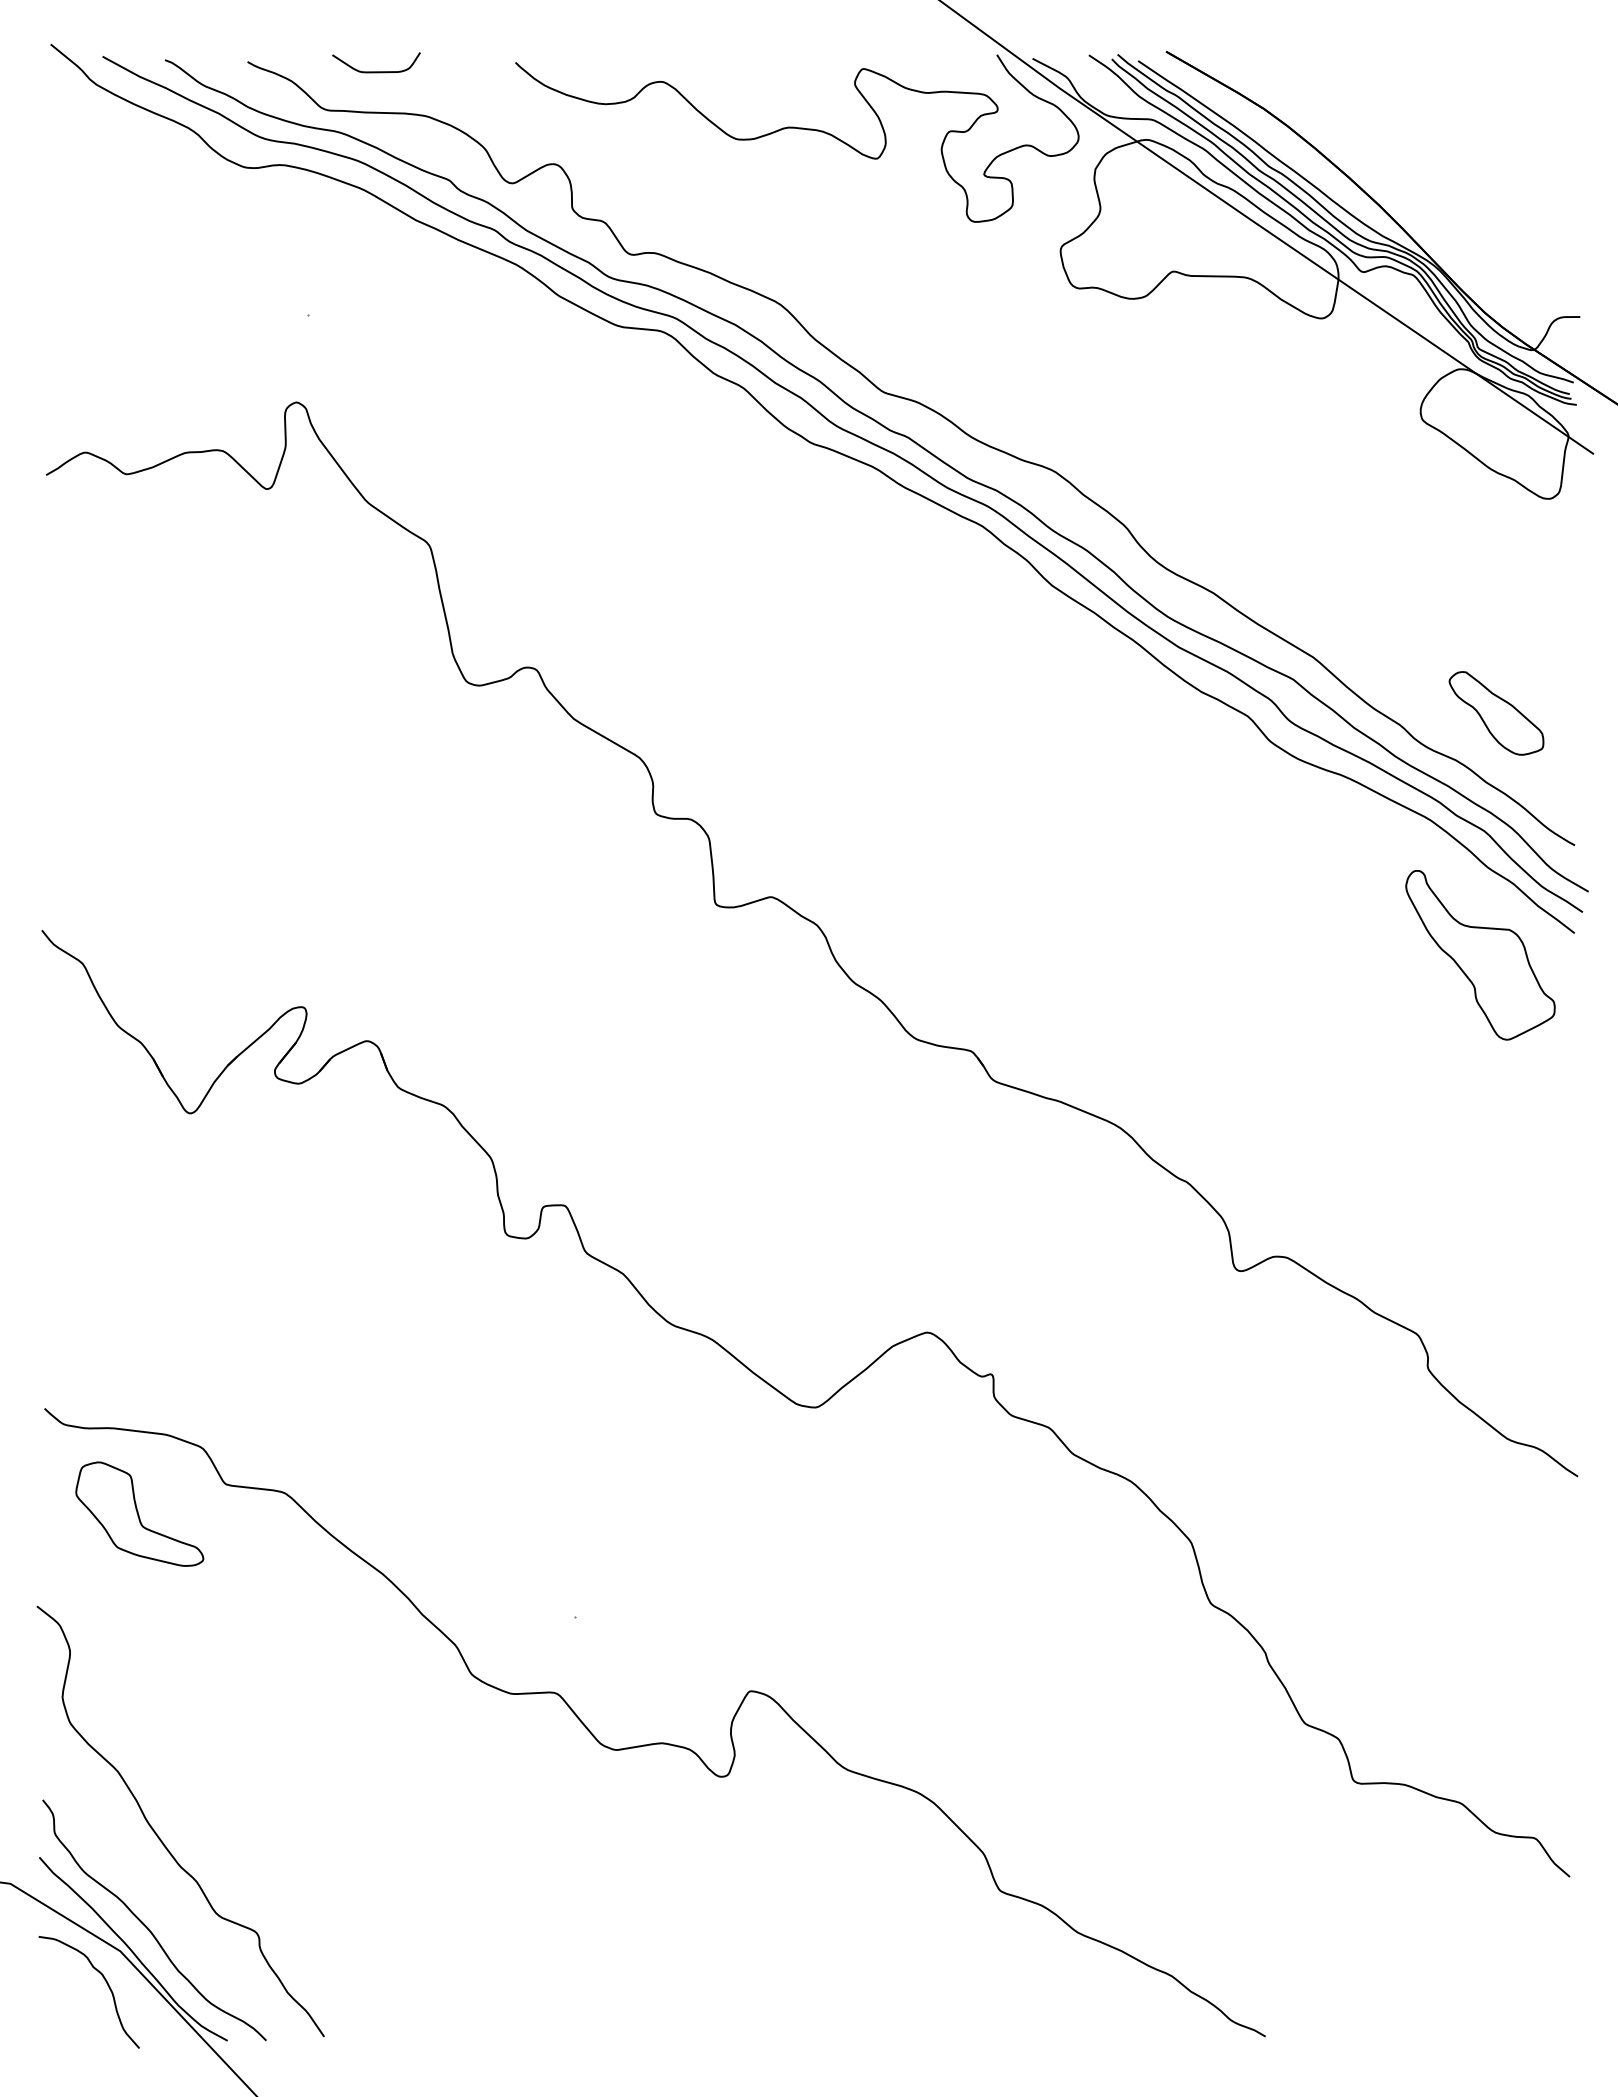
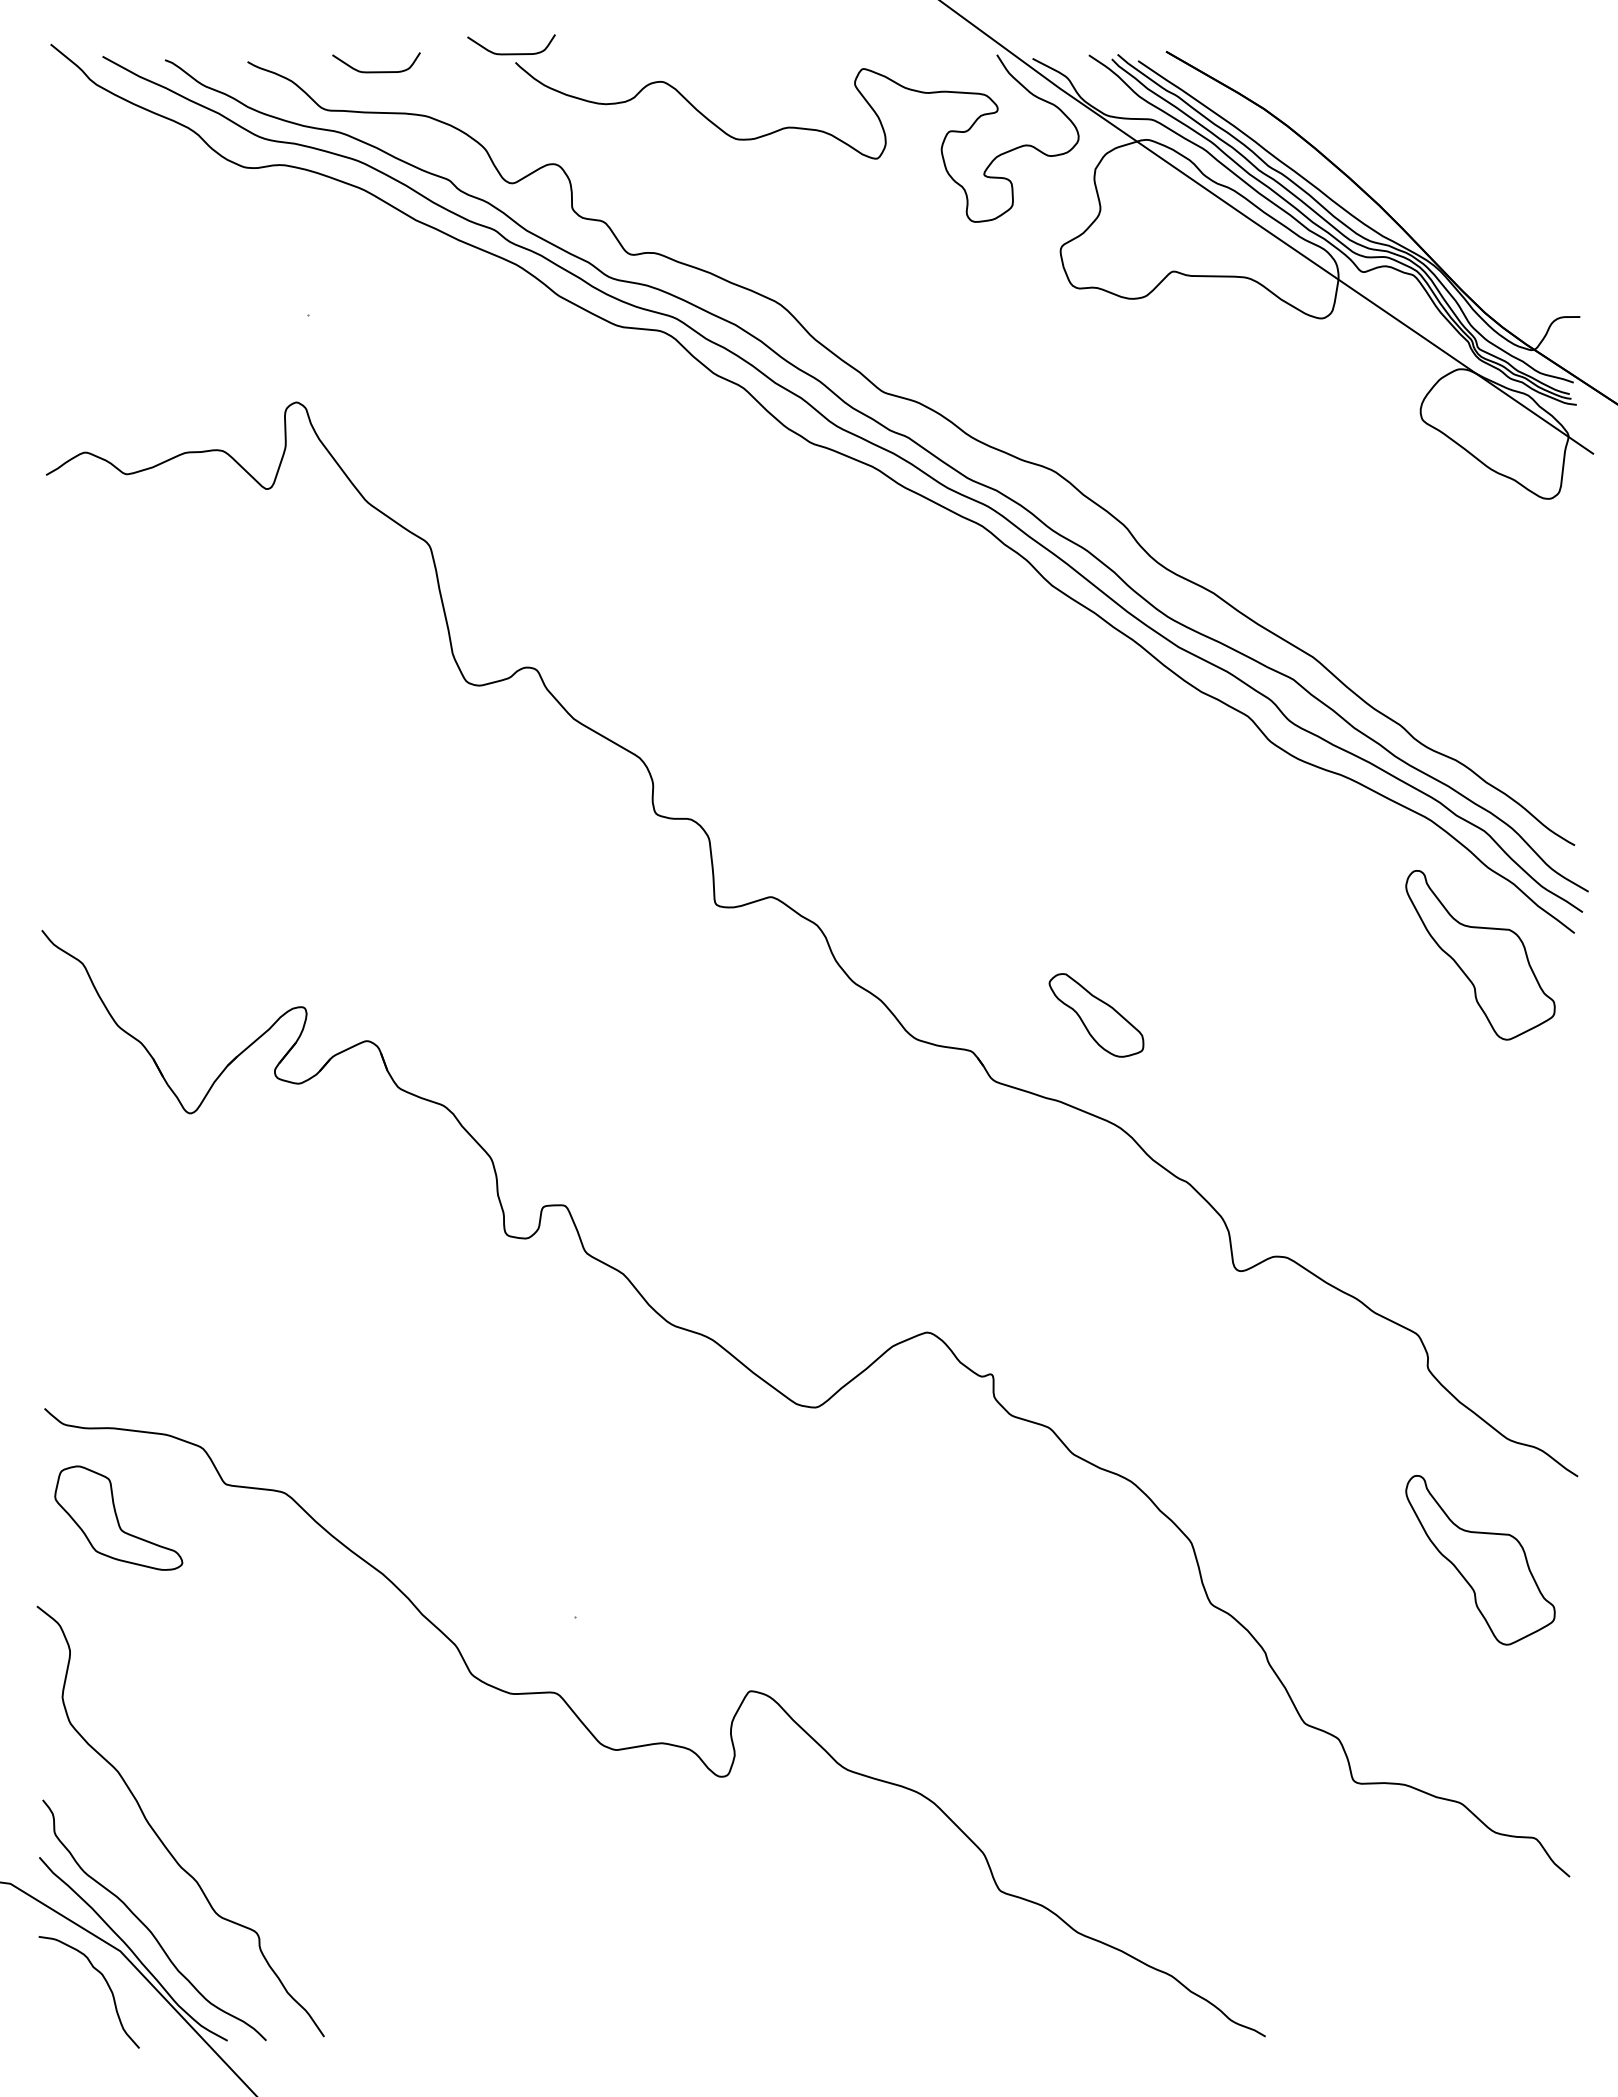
curve at (511, 53): none -> present
part at (1496, 713) position: (1496, 713) -> (1096, 1015)
part at (139, 1513) position: (139, 1513) -> (118, 1517)
part at (1480, 1560): none -> present
